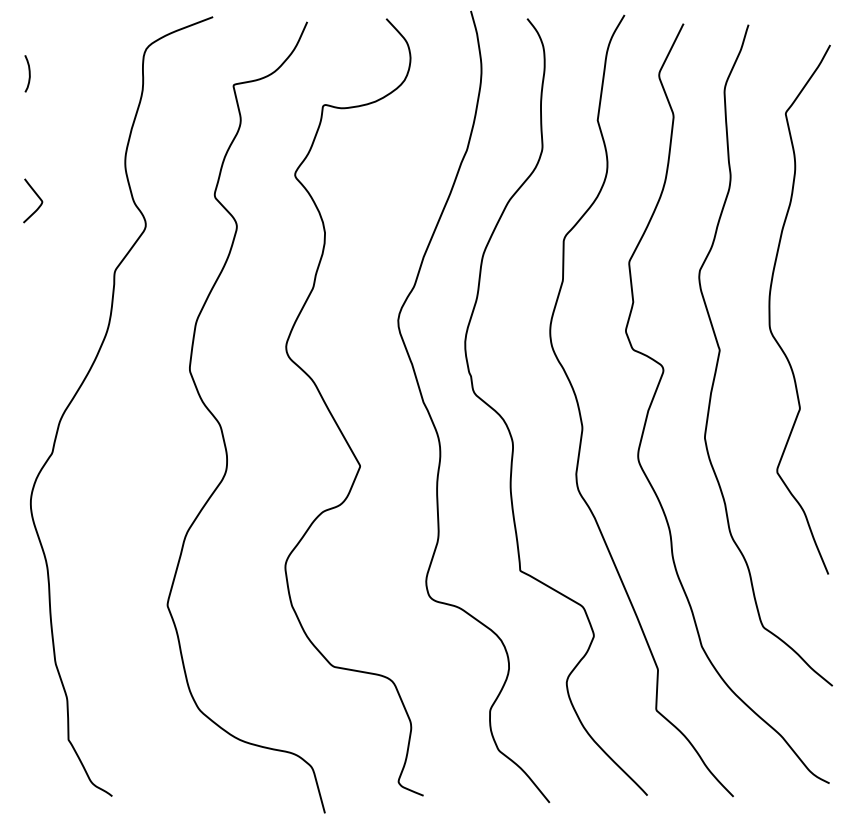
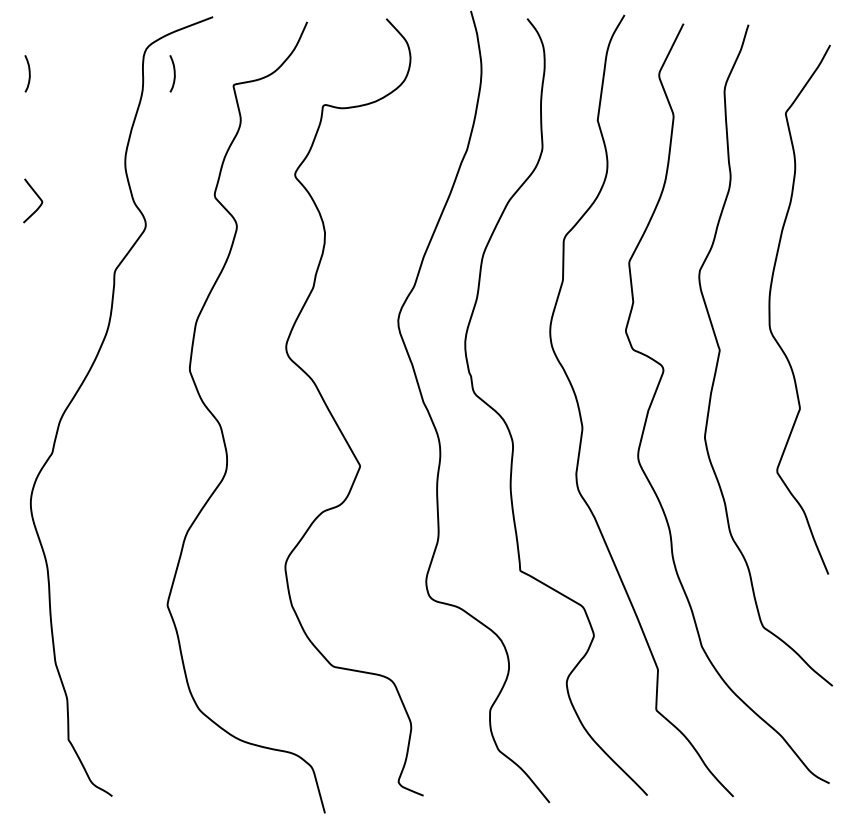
curve at (173, 73): none -> present
